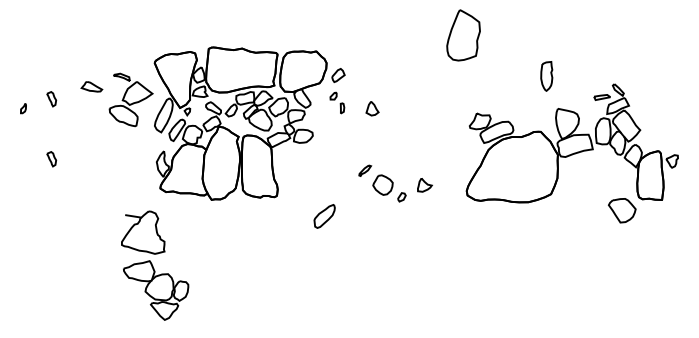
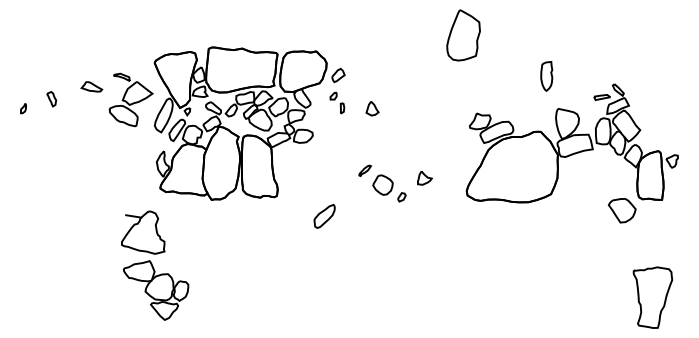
part at (51, 159): present -> none
part at (424, 185) position: (424, 185) -> (424, 178)
part at (652, 297): none -> present
